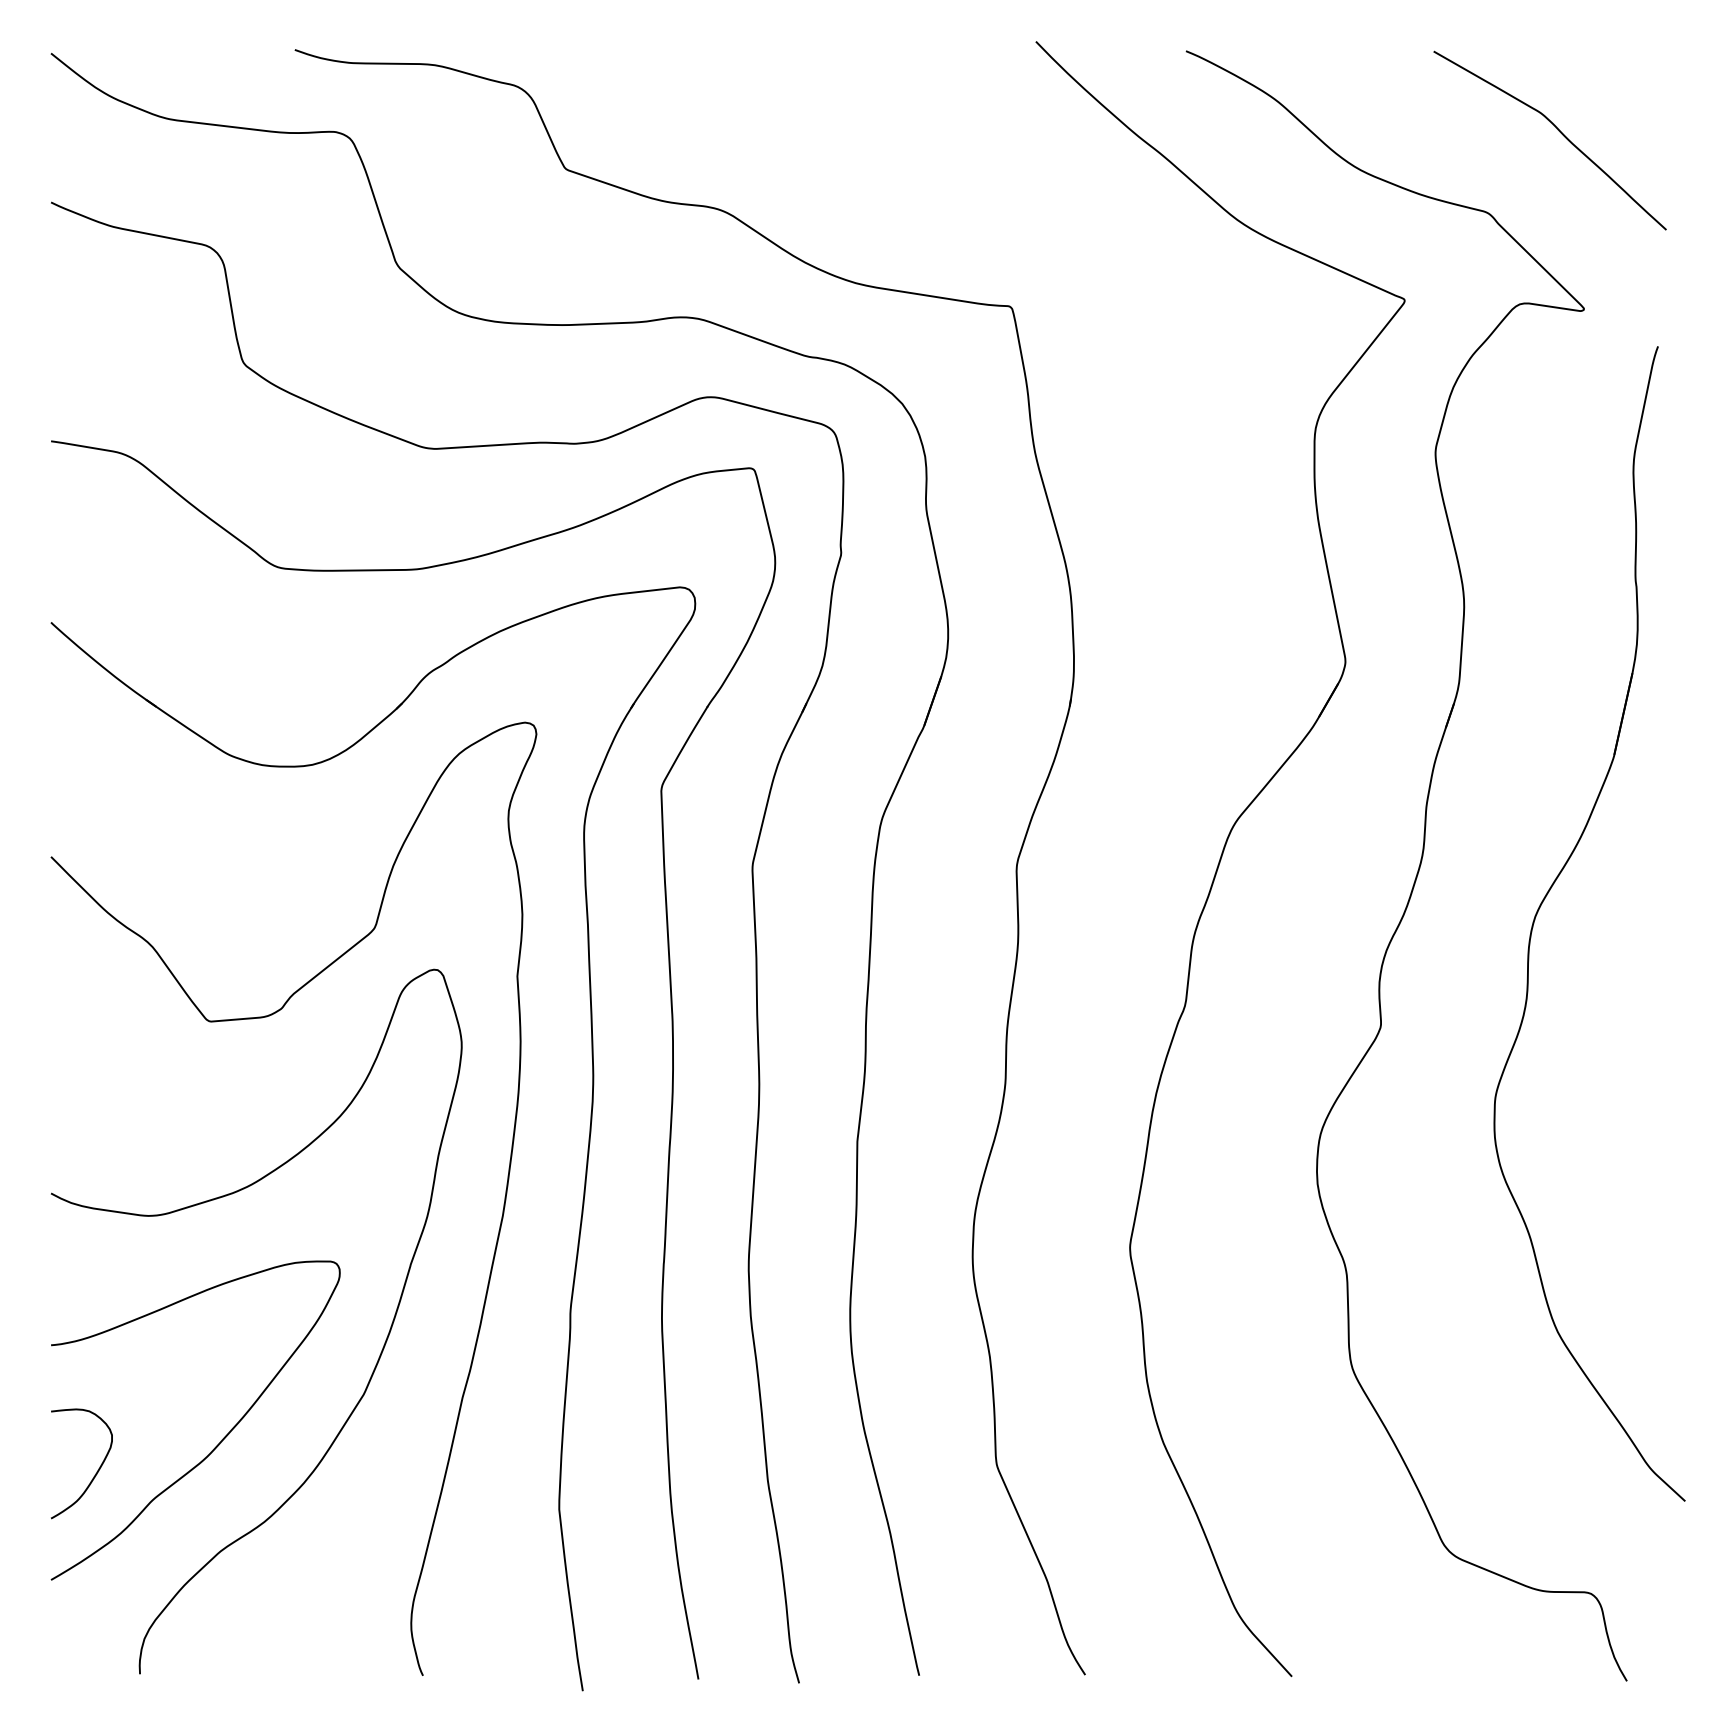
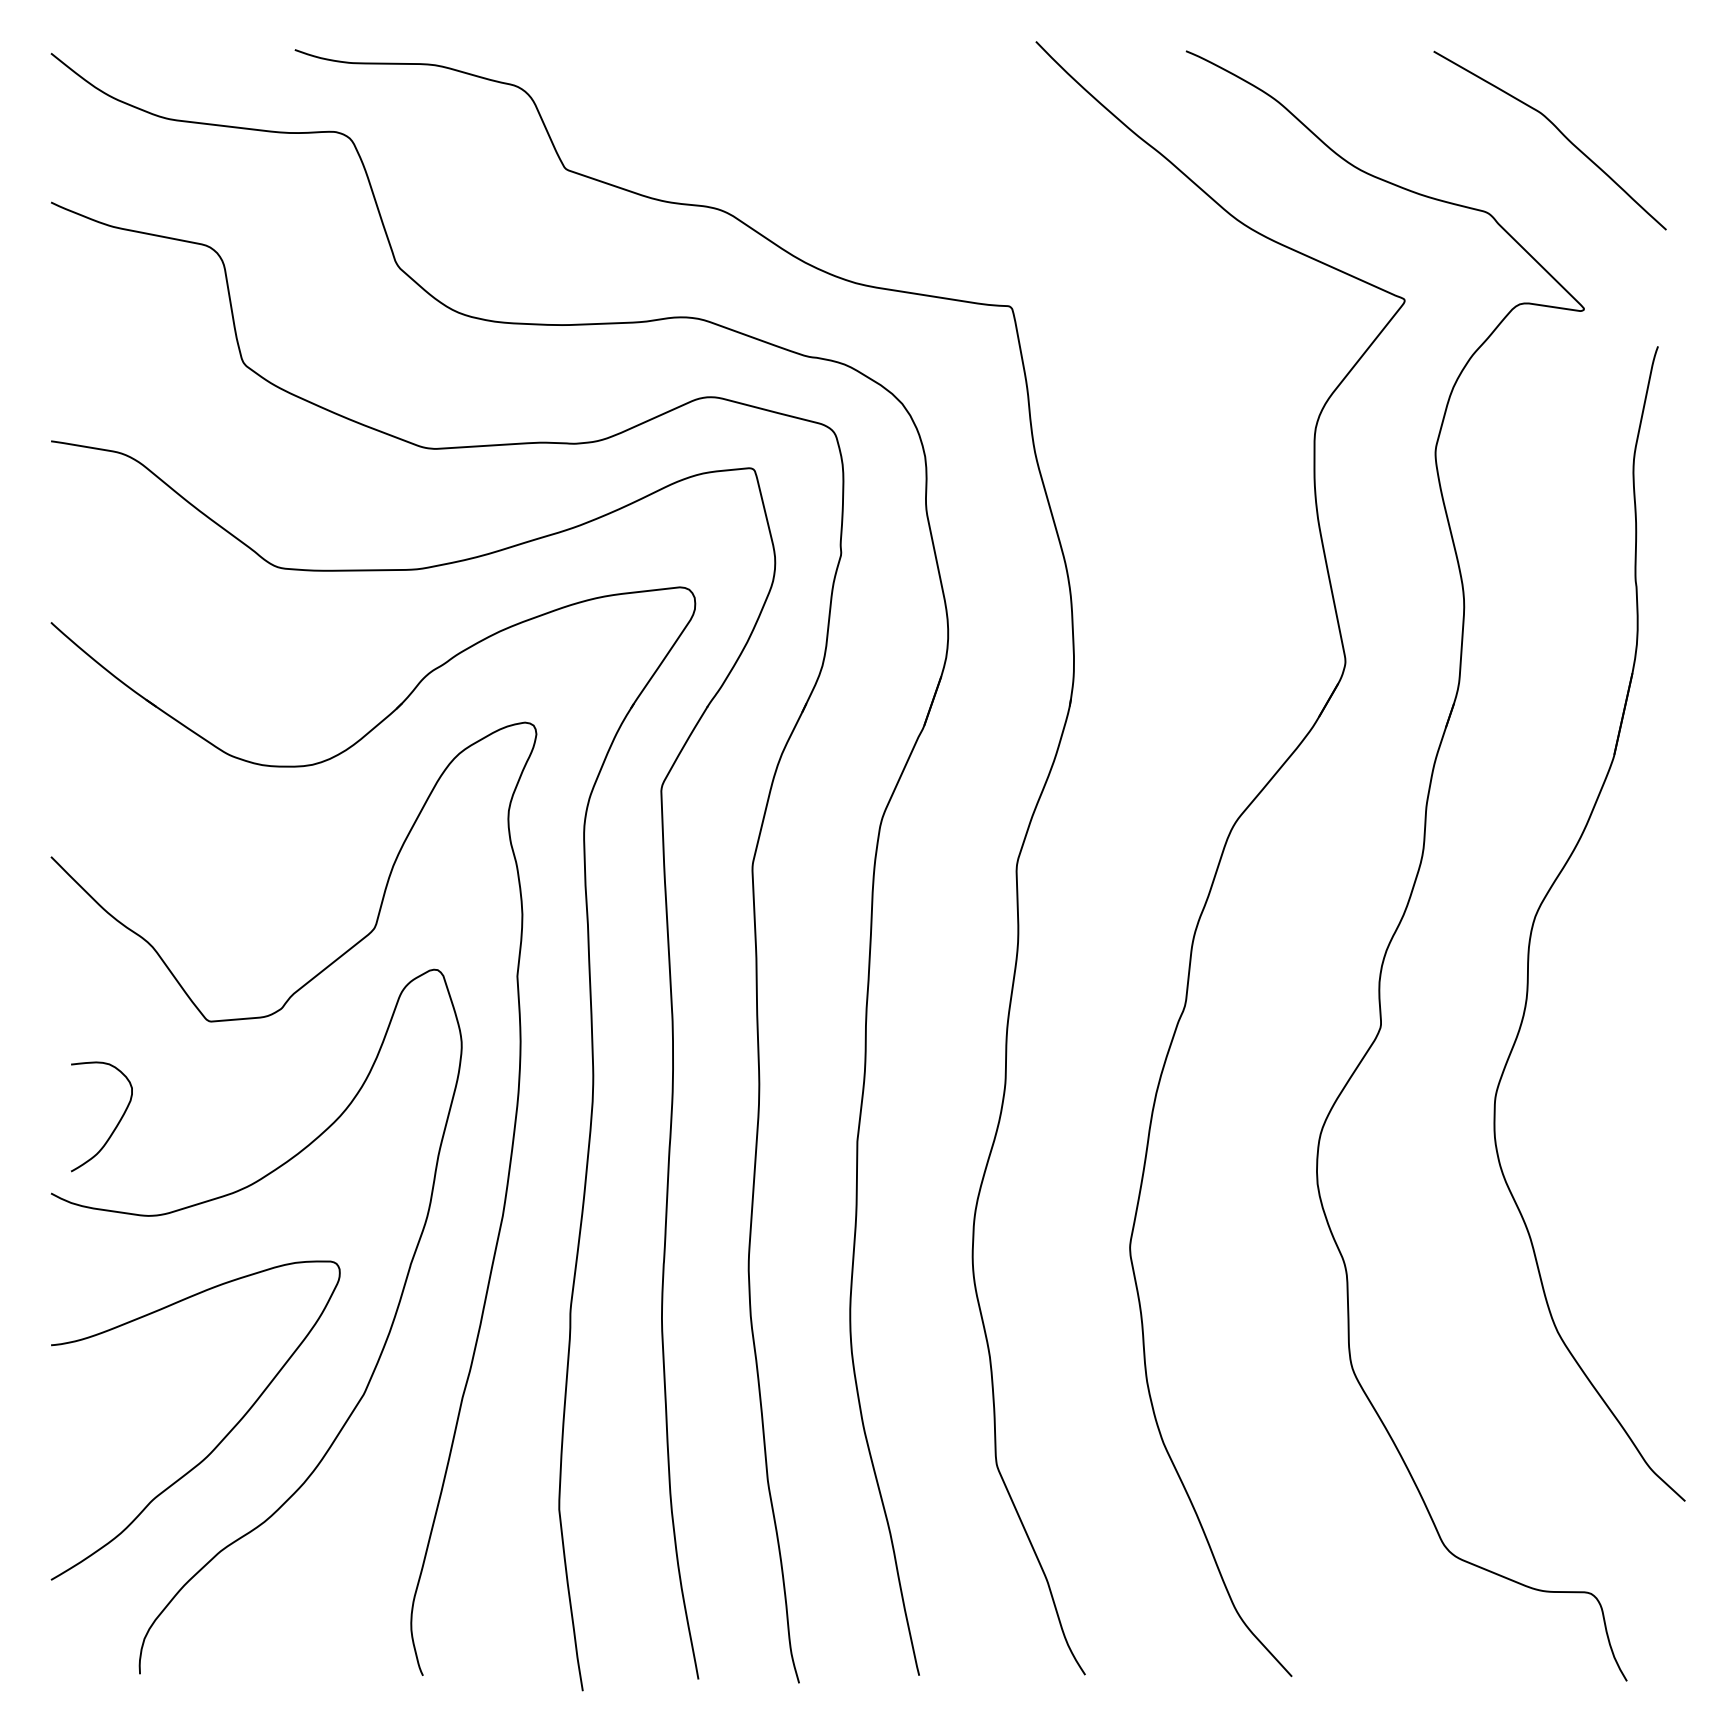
curve at (96, 1471) position: (96, 1471) -> (116, 1124)
